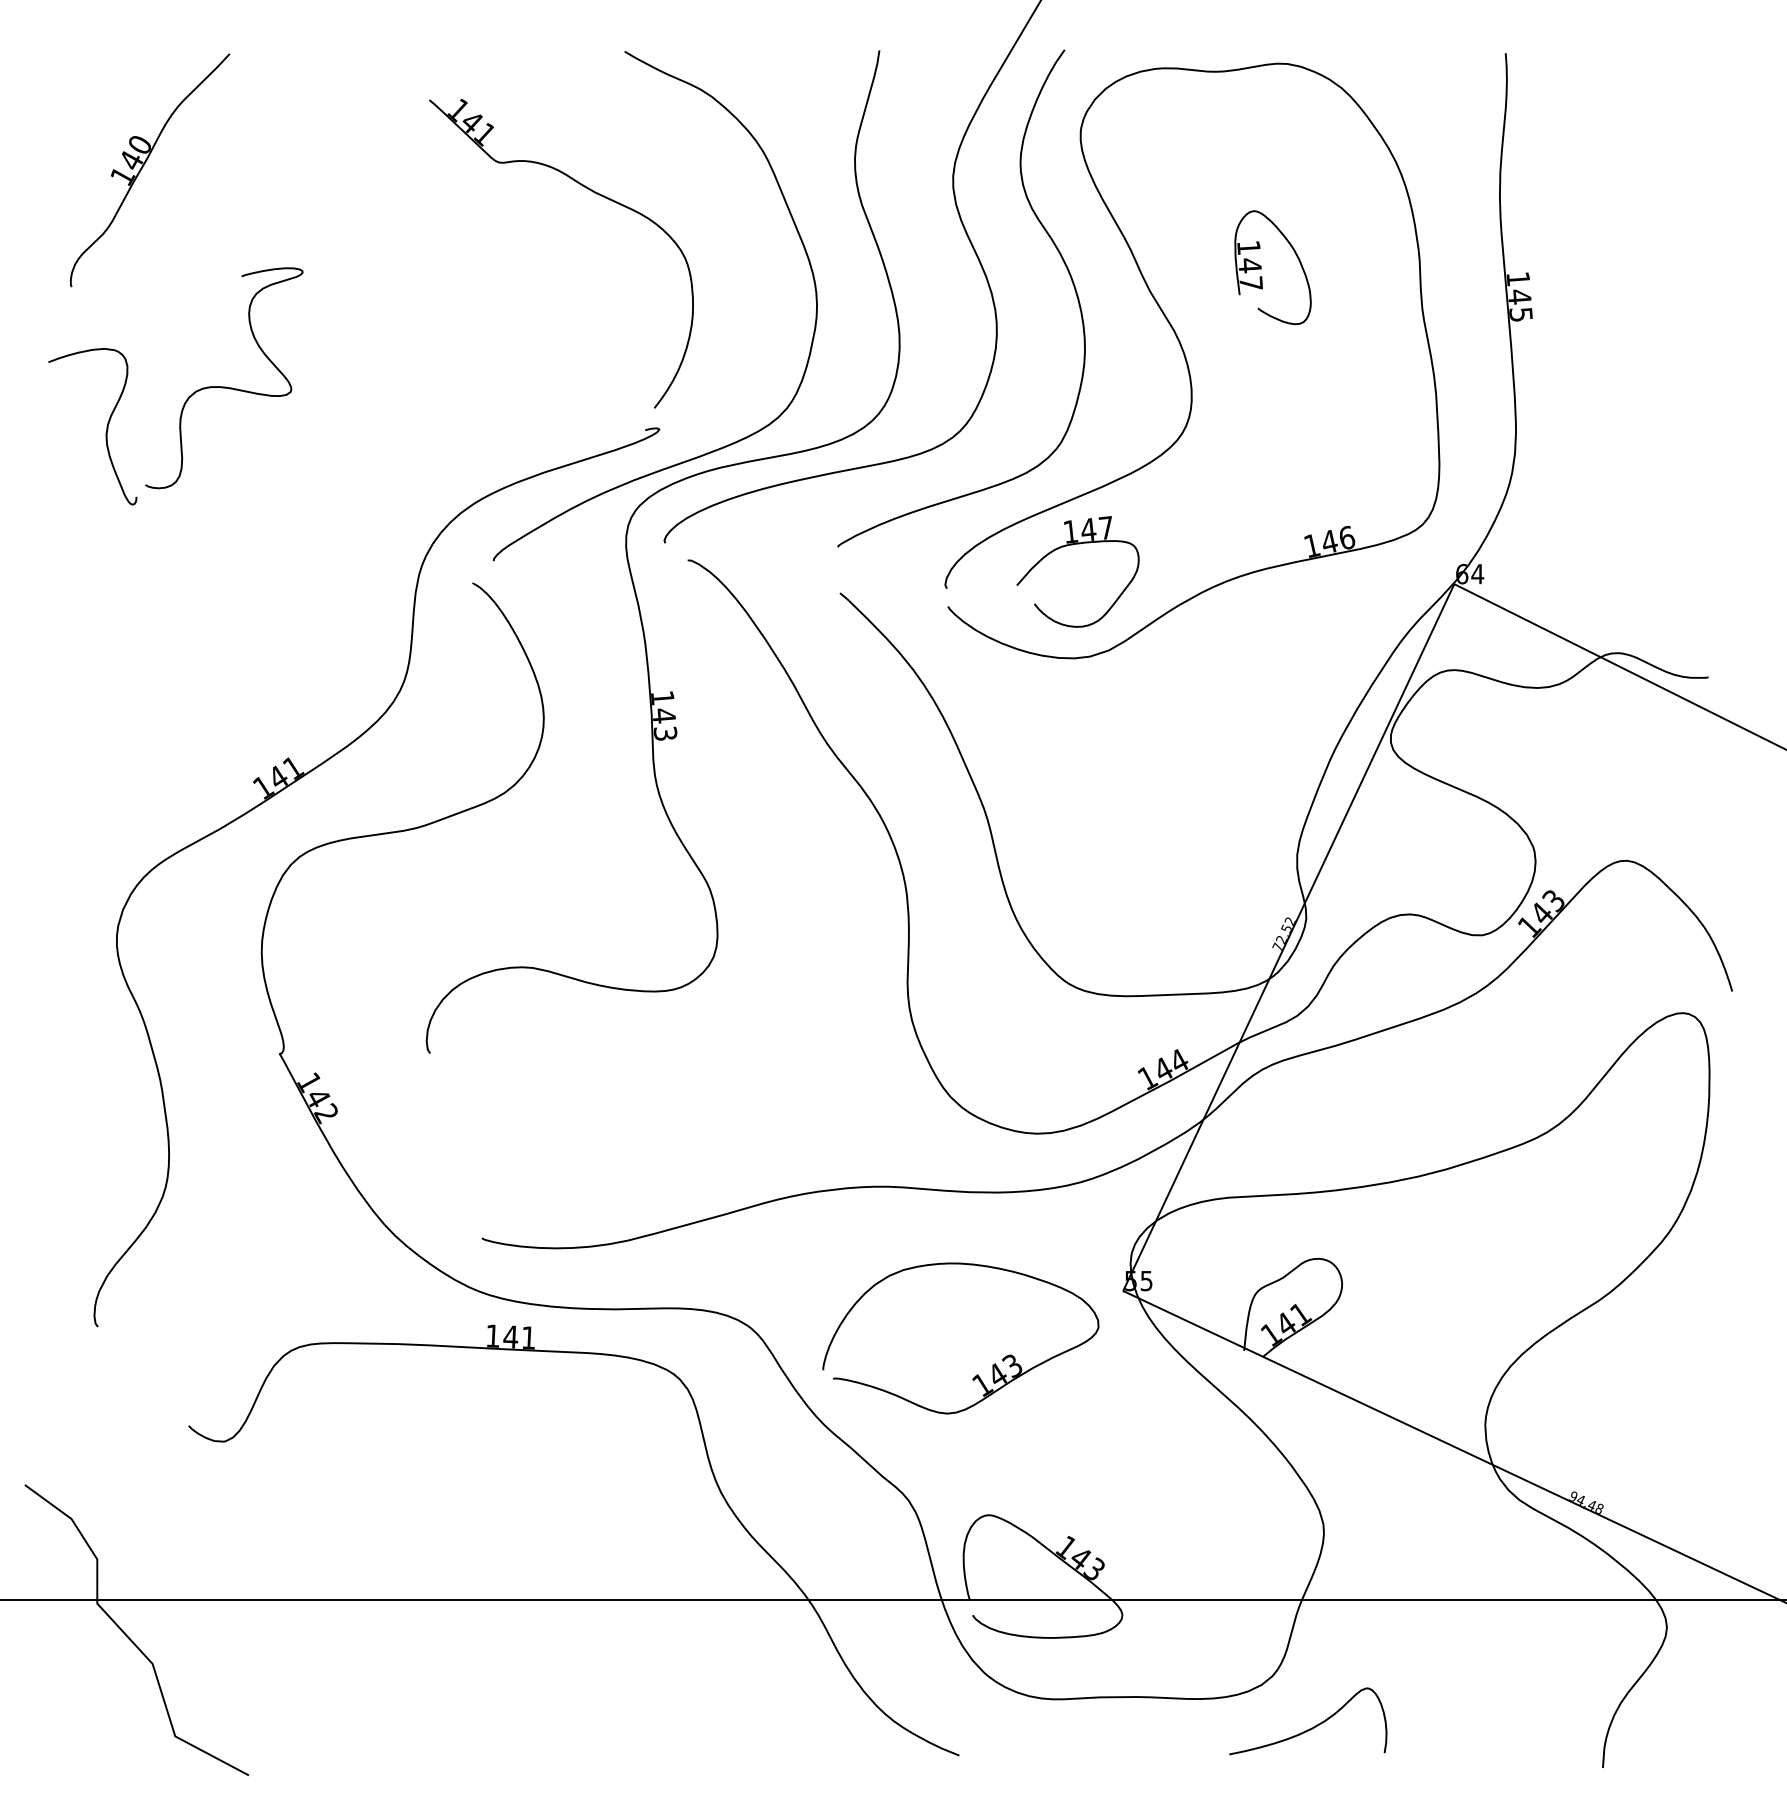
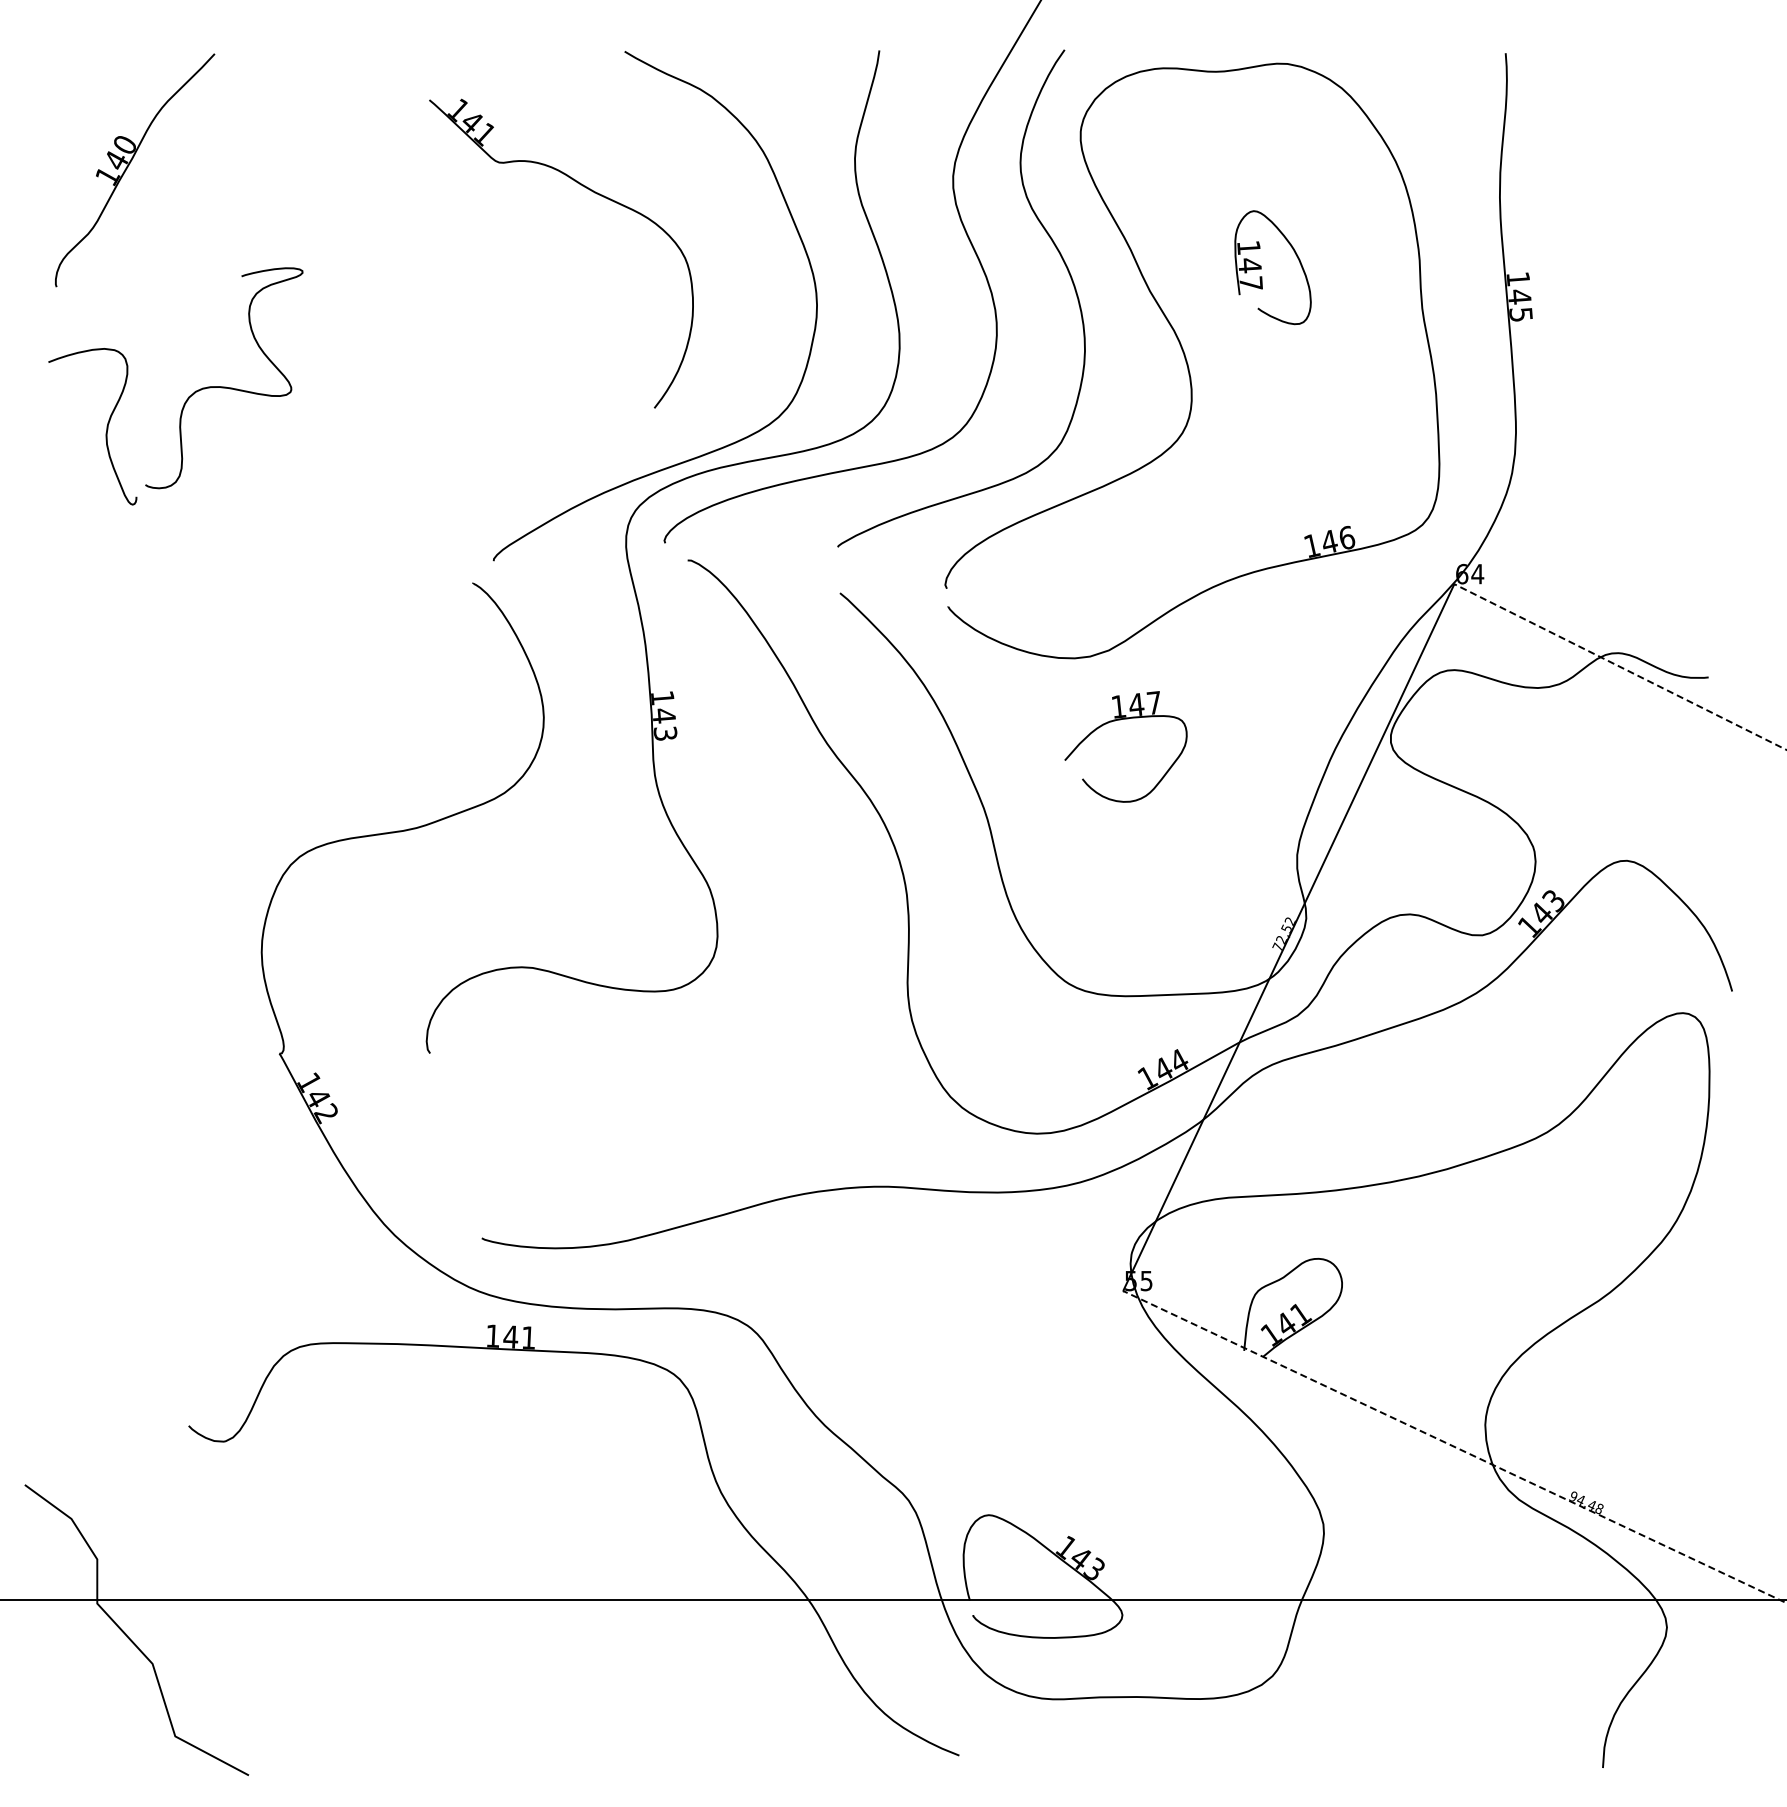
part at (143, 167) position: (143, 167) -> (128, 167)
part at (1072, 545) position: (1072, 545) -> (1120, 720)
line at (1619, 666): solid -> dashed
part at (306, 775): present -> none
part at (977, 1374): present -> none
line at (1454, 1446): solid -> dashed
curve at (1311, 1727): present -> none
